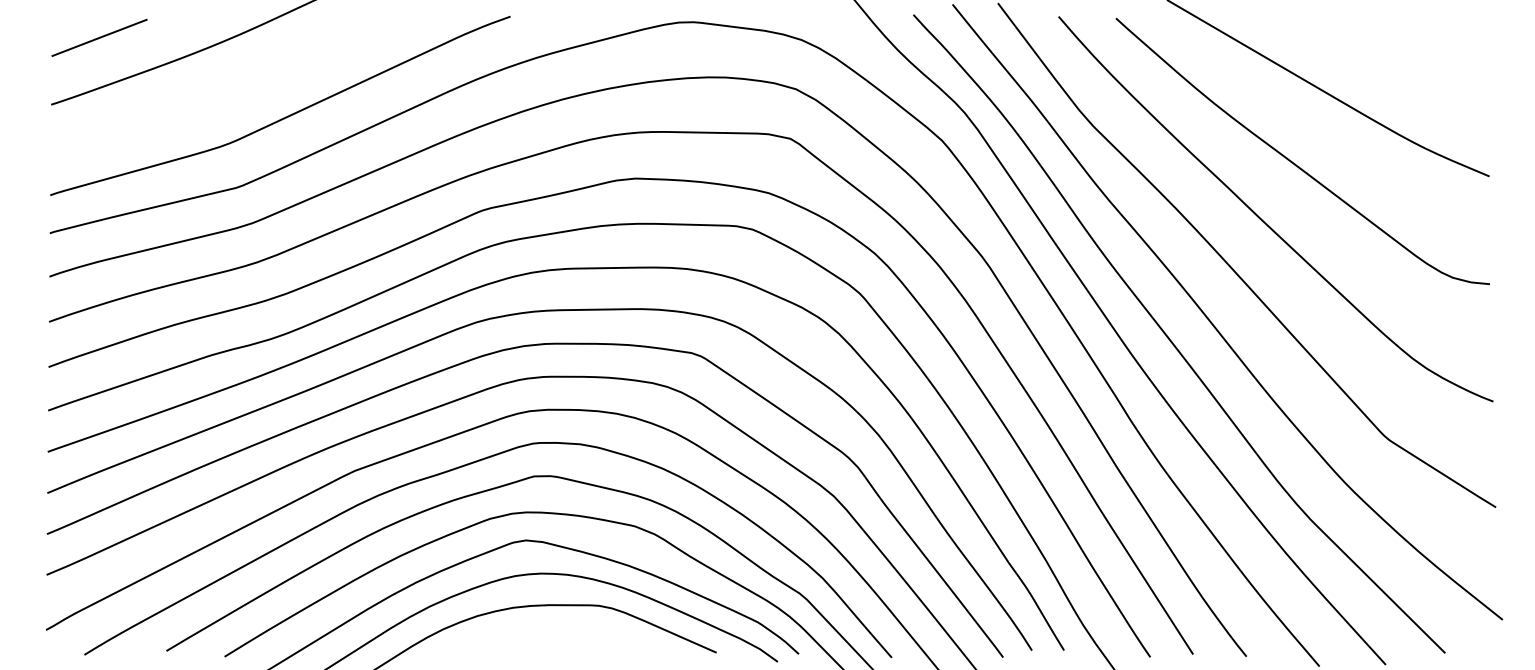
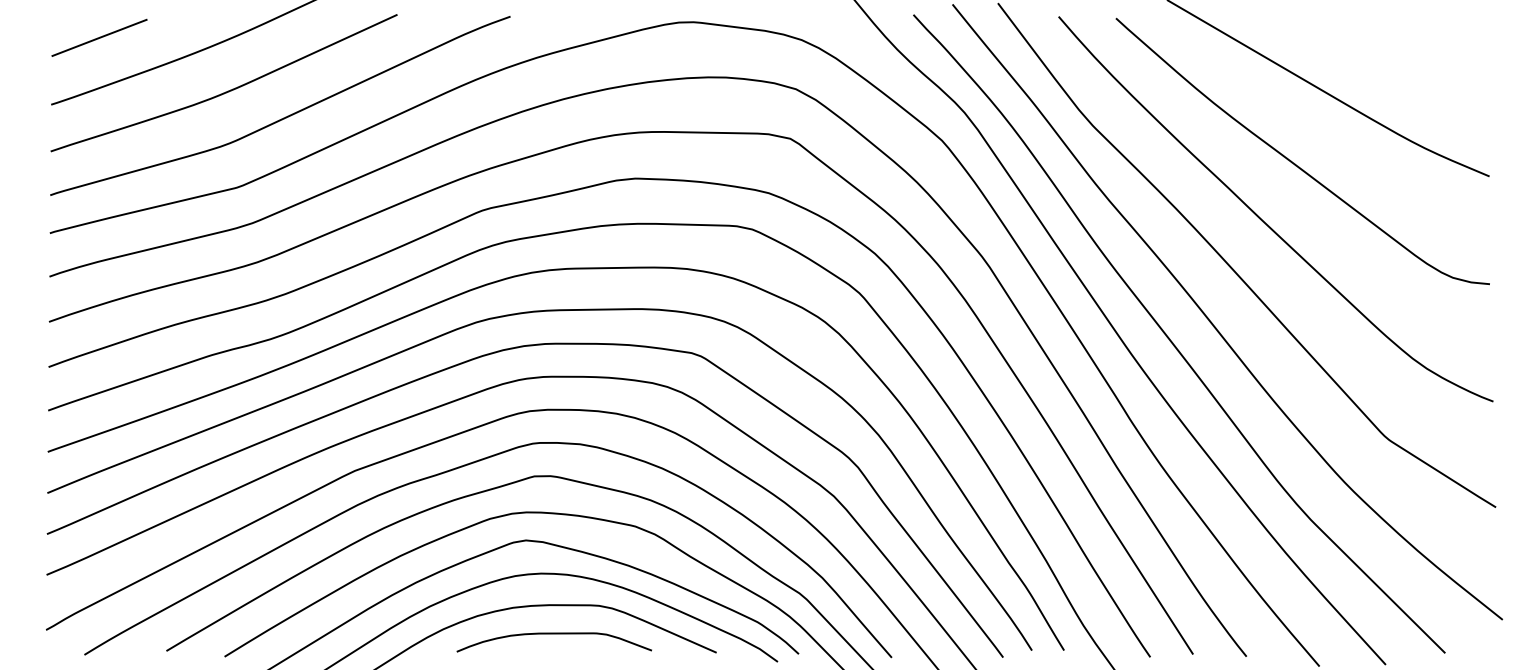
curve at (225, 91): none -> present
curve at (553, 634): none -> present
